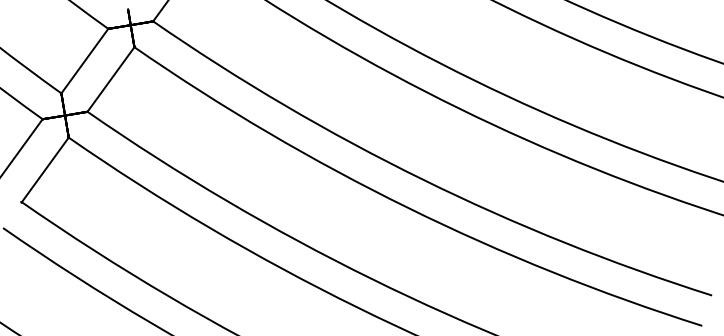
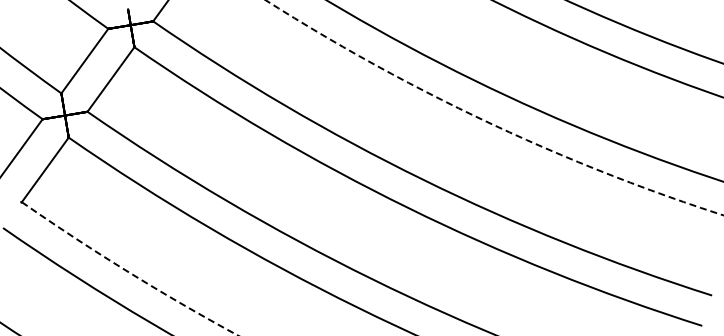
arc at (488, 122): solid -> dashed
arc at (129, 272): solid -> dashed
